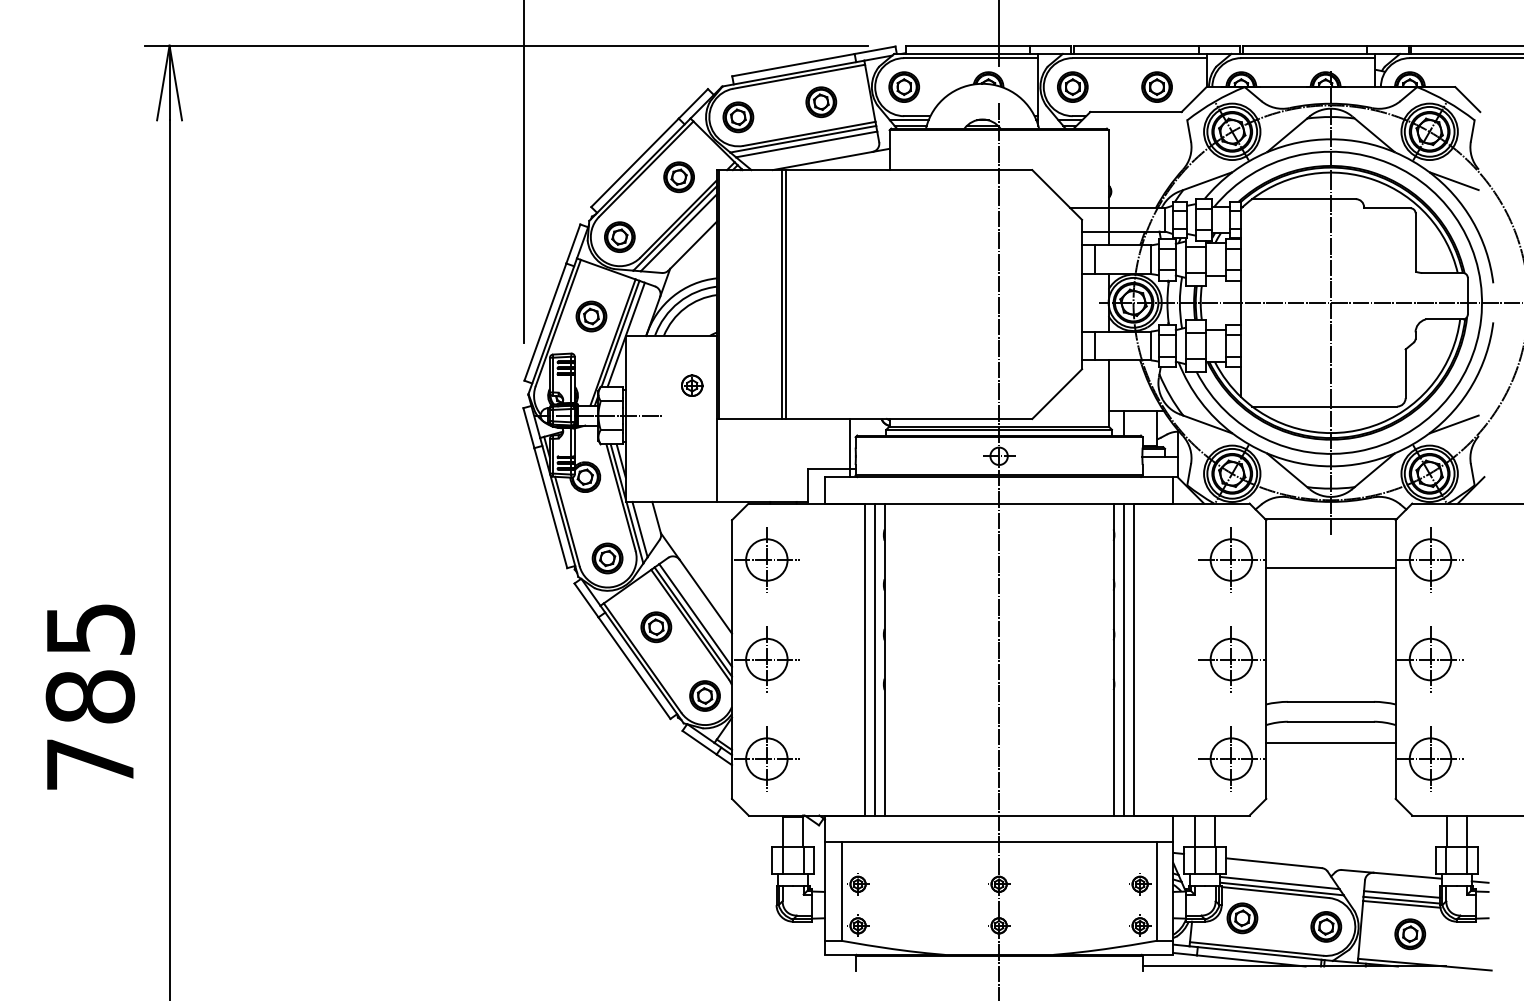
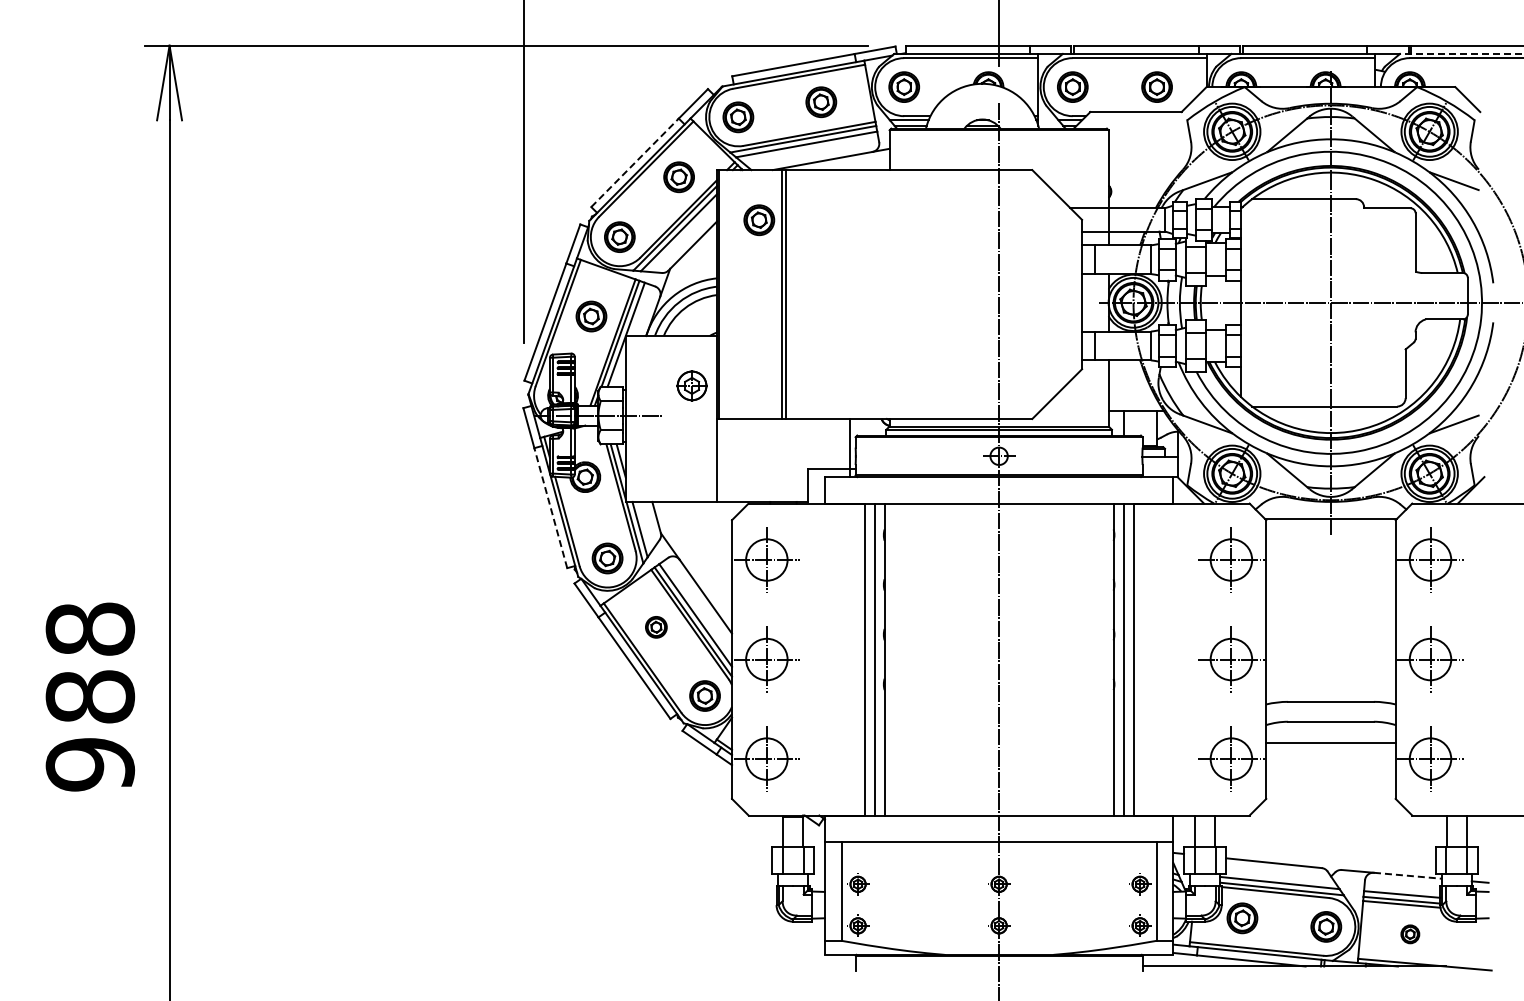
line at (1461, 53): solid -> dashed
line at (635, 162): solid -> dashed
part at (759, 220): none -> present
part at (692, 385) size: 23x23 px -> 32x32 px
line at (550, 507): solid -> dashed
line at (1330, 568): present -> none
part at (656, 627) size: 33x33 px -> 23x23 px
text at (90, 696): 785 -> 988
line at (1408, 875): solid -> dashed
part at (1410, 934) size: 33x33 px -> 21x21 px
